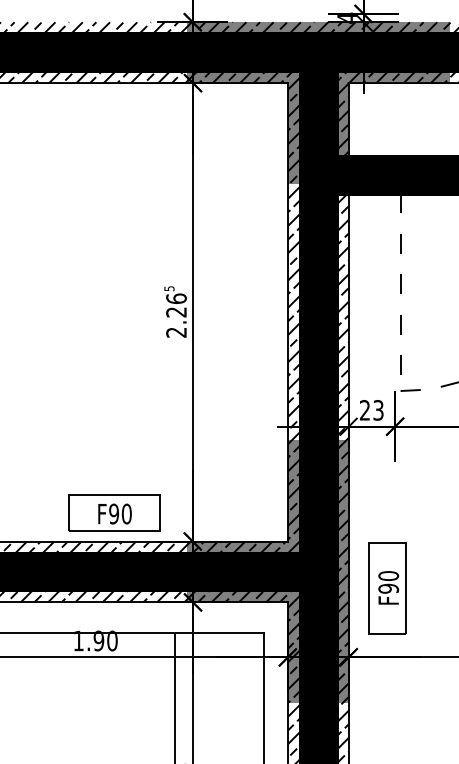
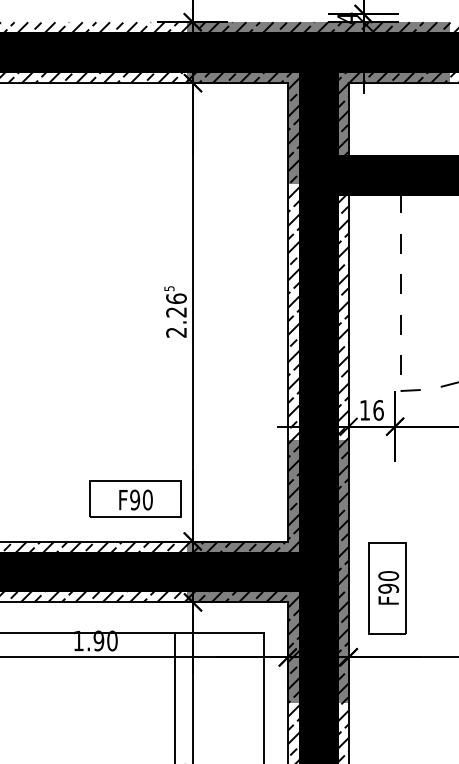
text at (371, 410): 23 -> 16
part at (114, 512) position: (114, 512) -> (135, 498)
